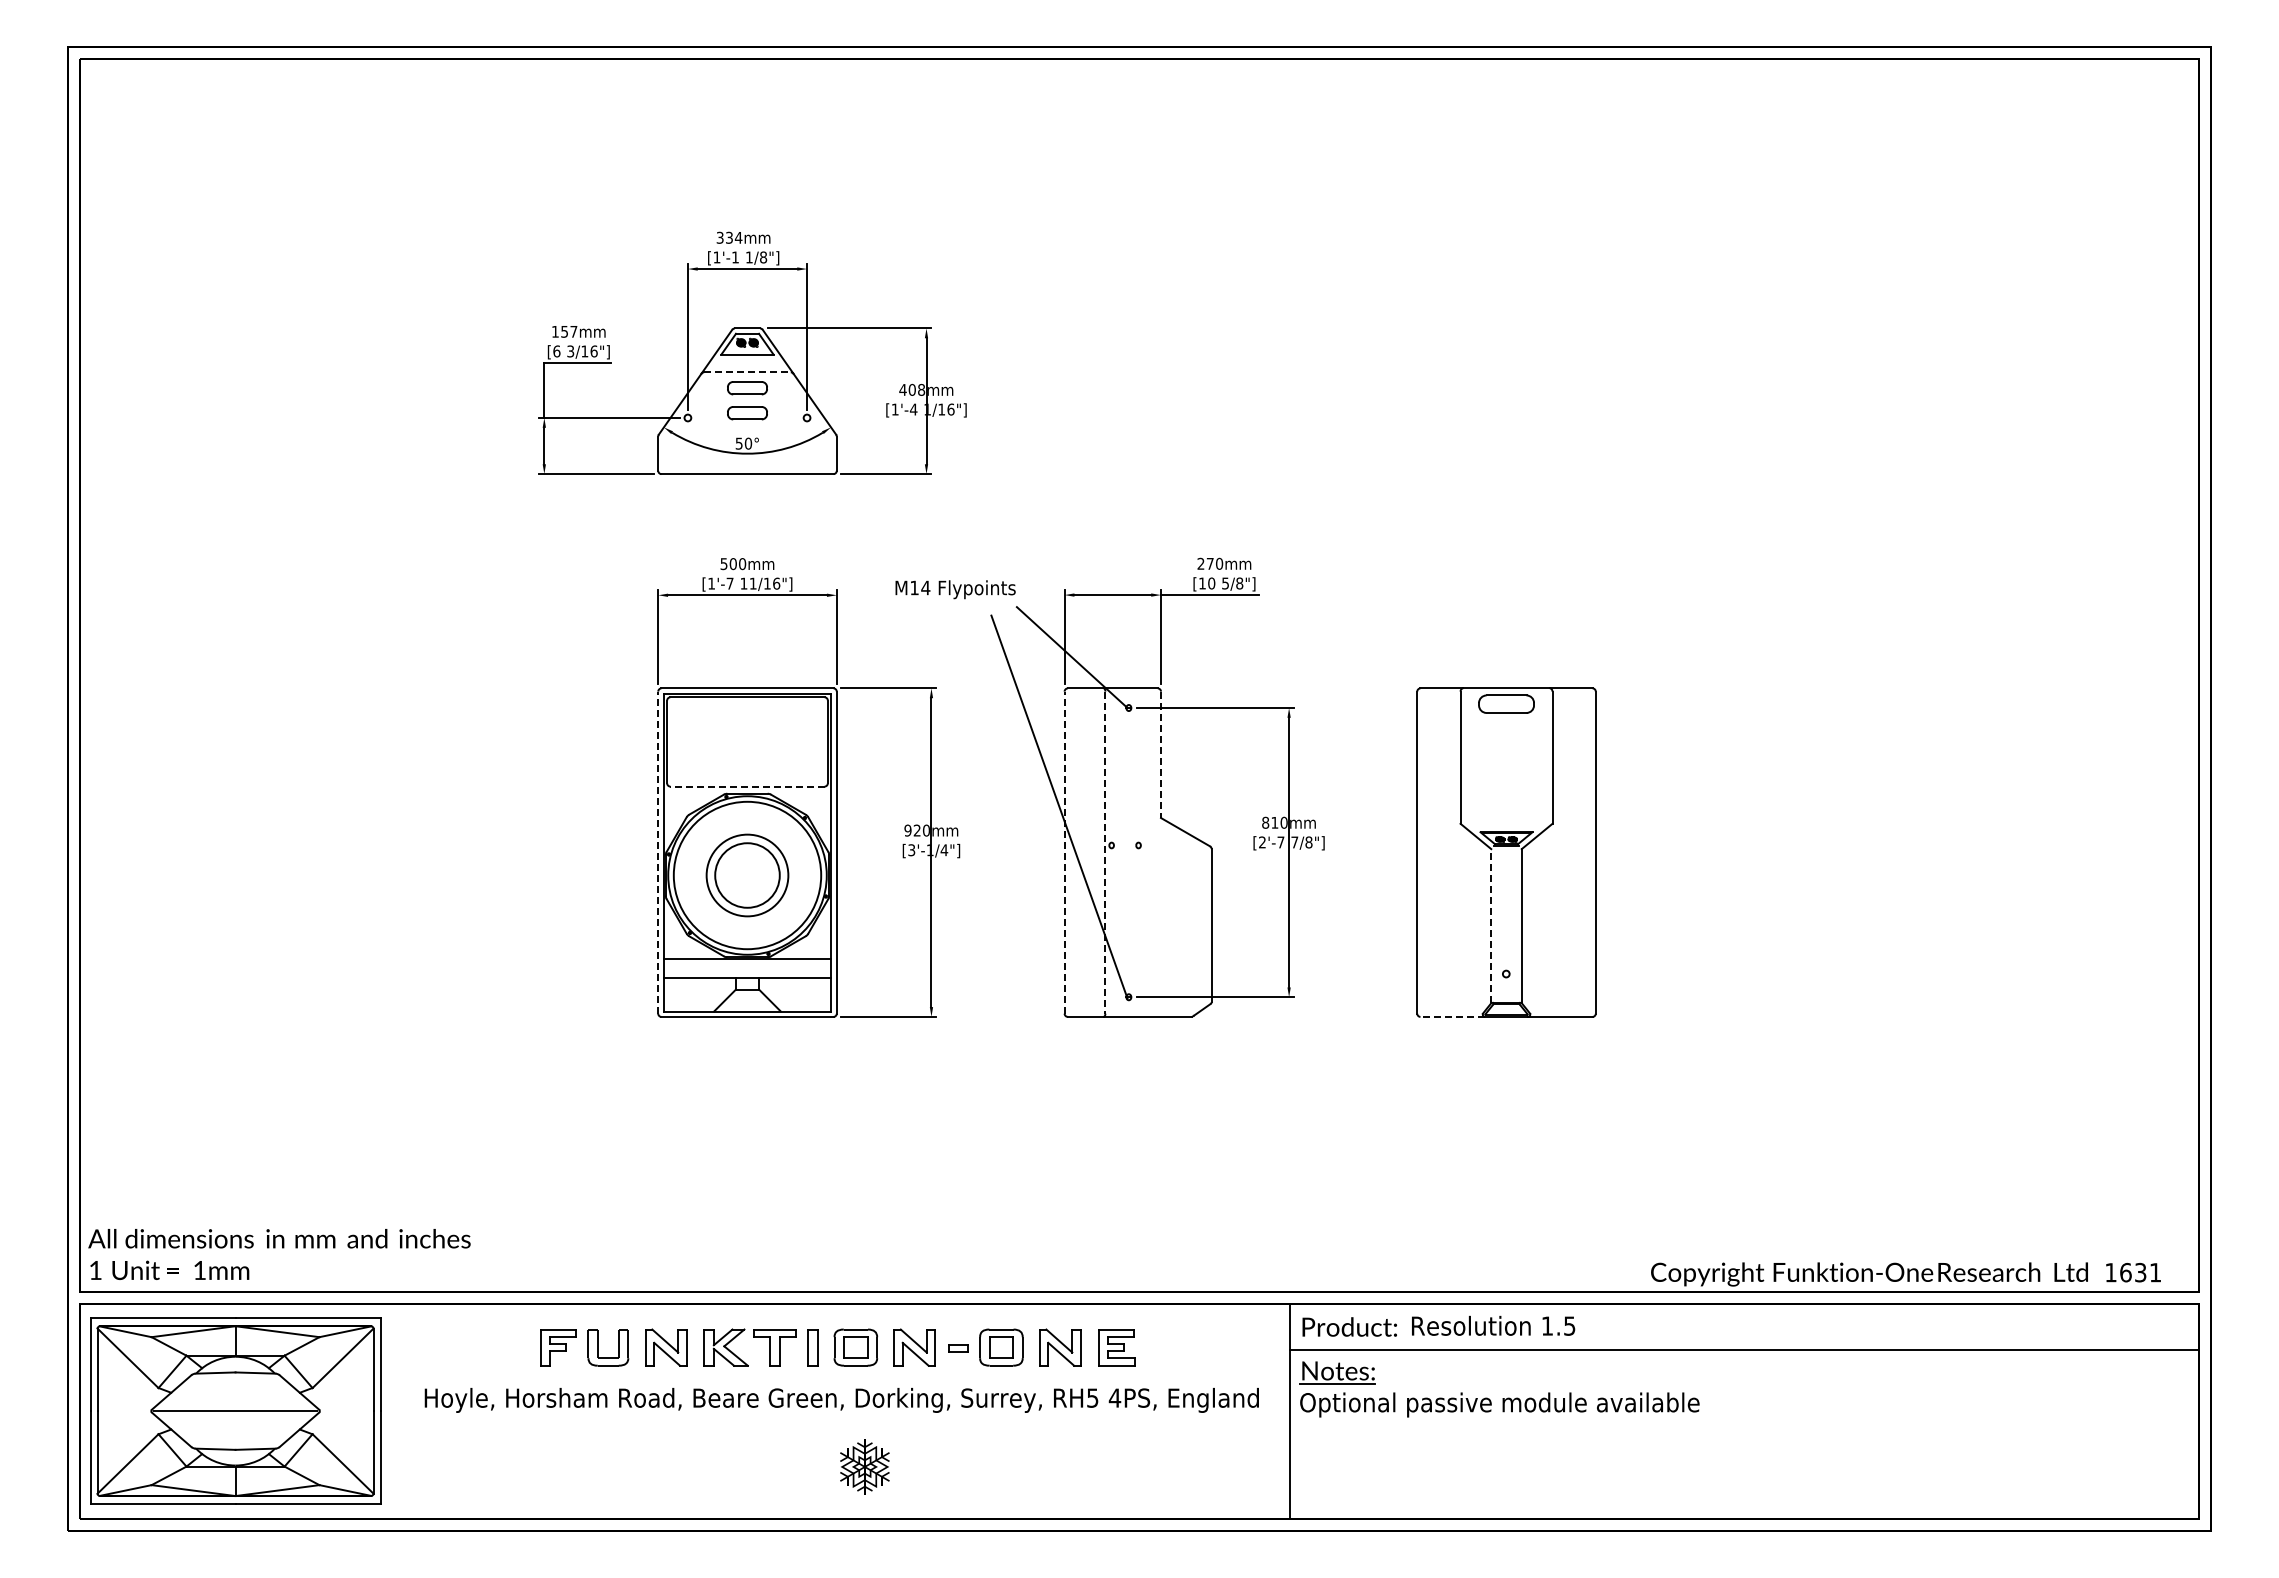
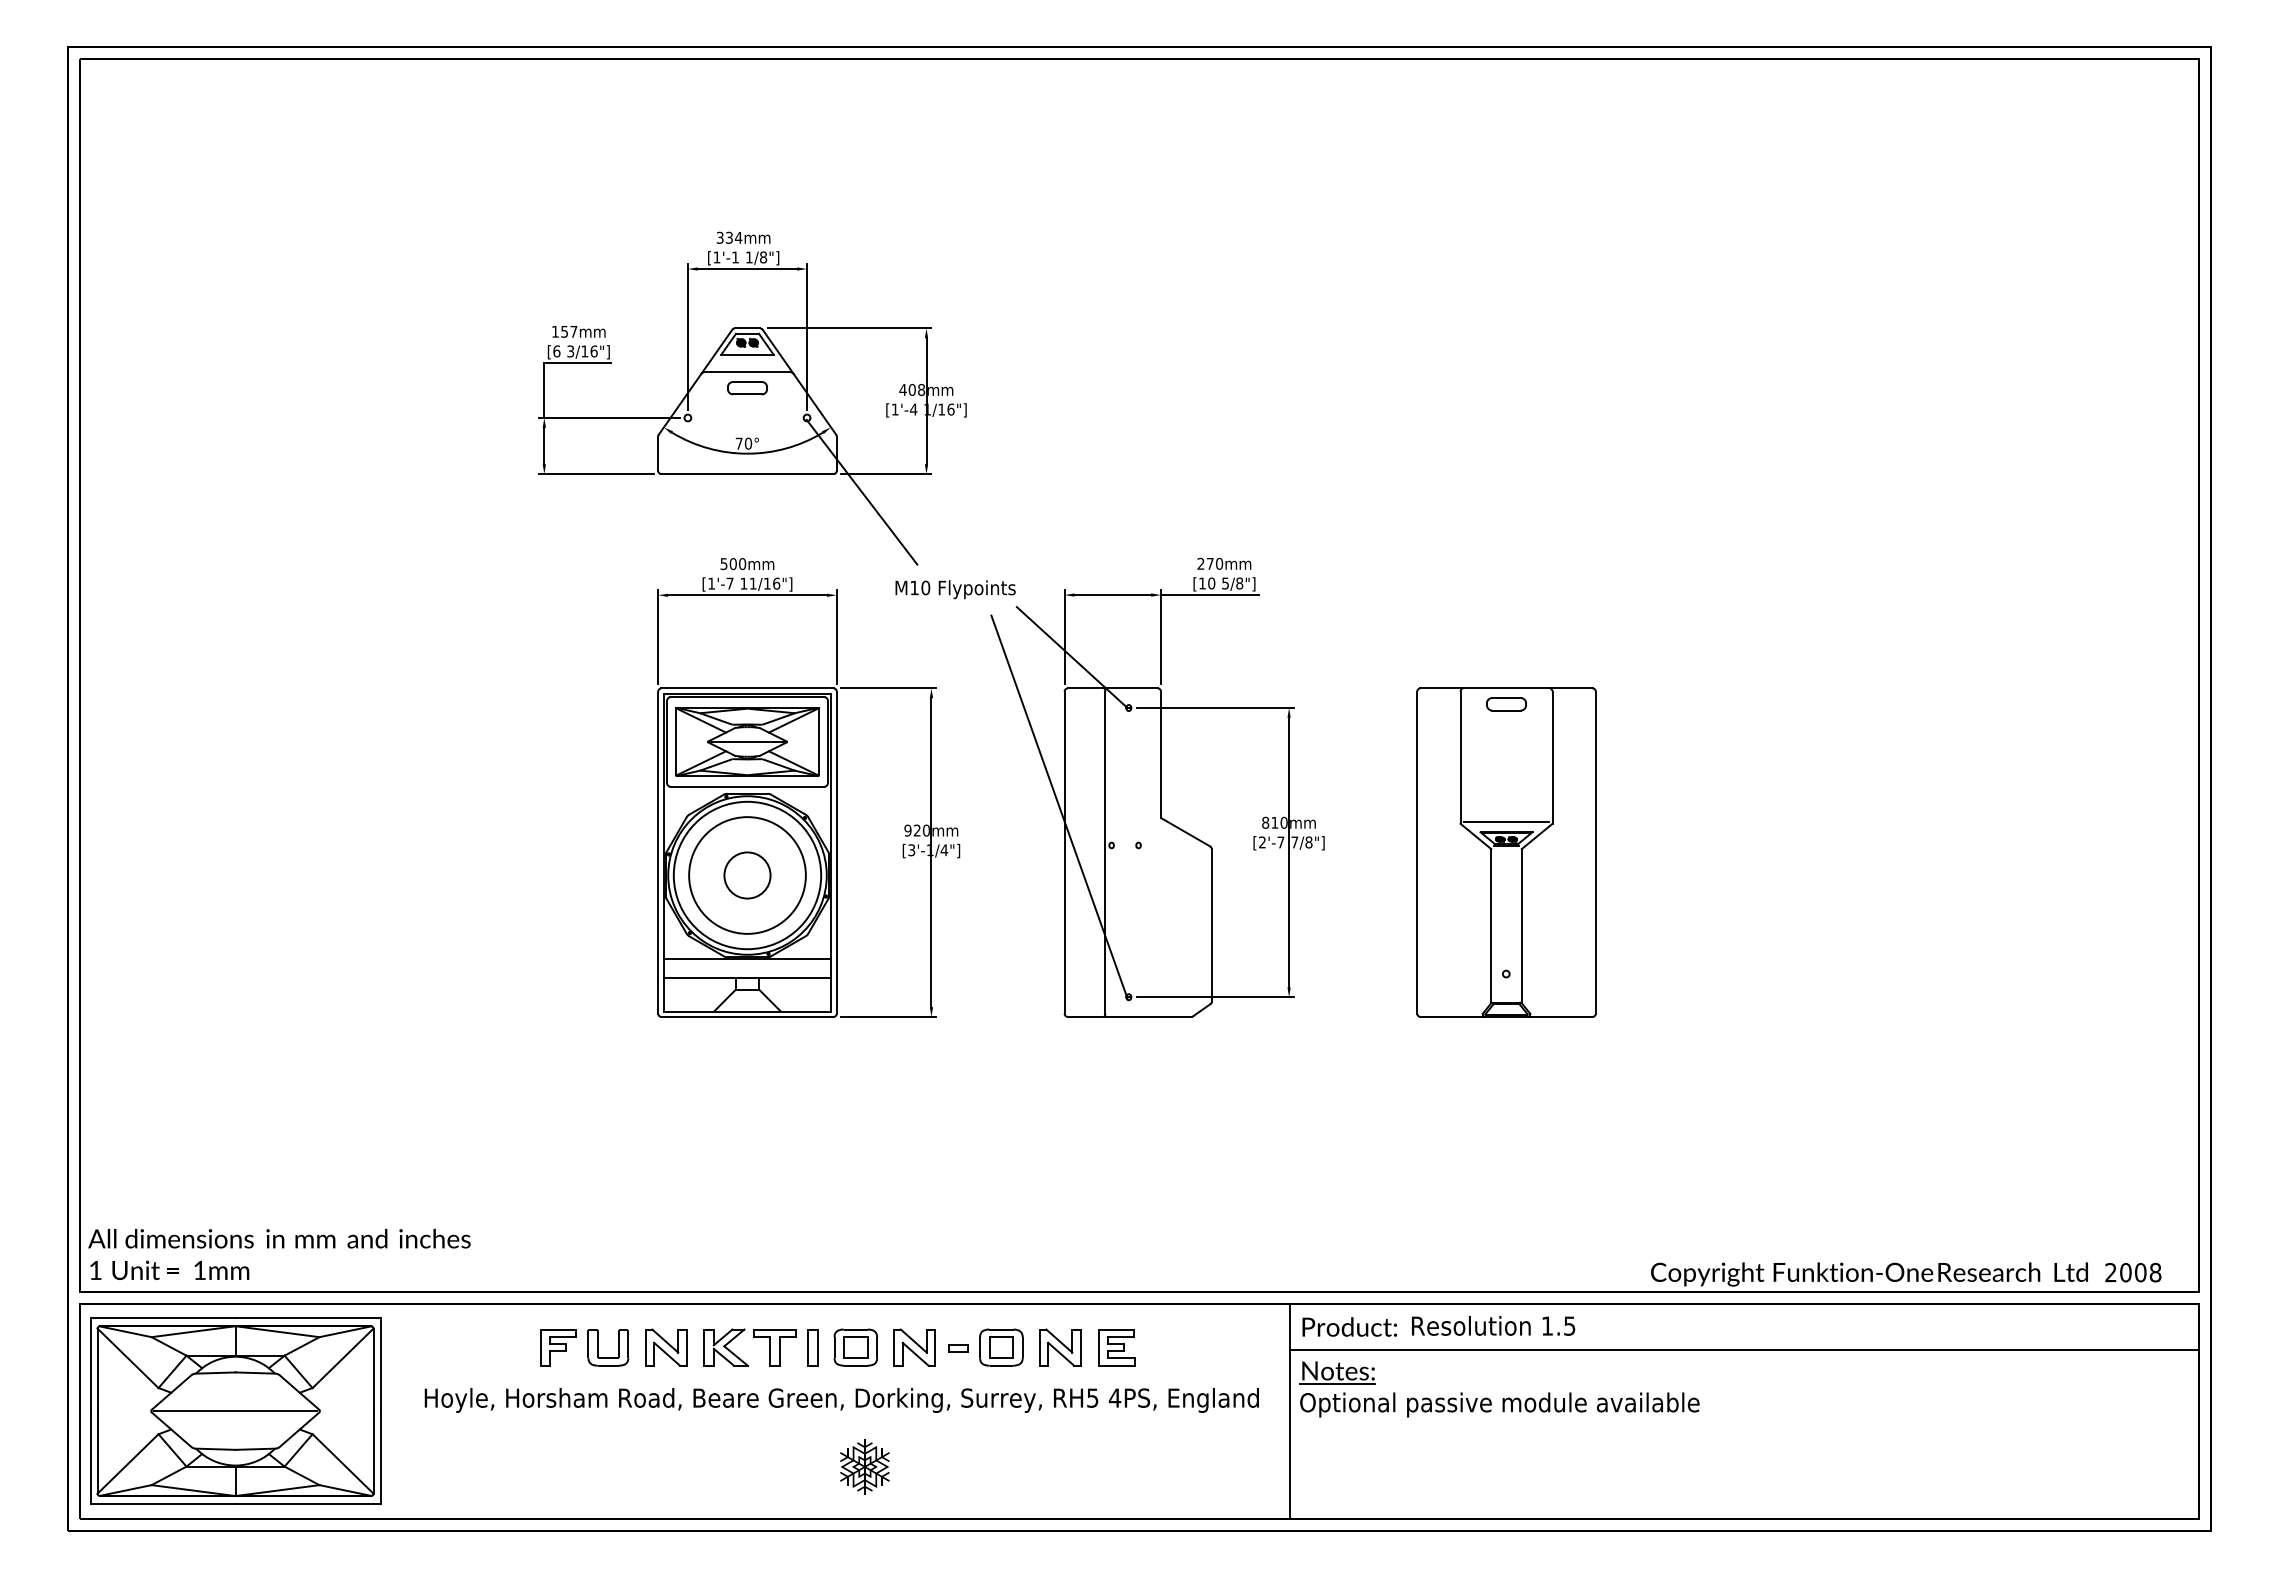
line at (747, 372): dashed -> solid
part at (747, 413): present -> none
text at (738, 443): 50° -> 70°
line at (861, 491): none -> present
text at (925, 587): M14 -> M10
part at (1506, 703) size: 57x20 px -> 41x15 px
part at (747, 741): none -> present
line at (1161, 755): dashed -> solid
line at (747, 786): dashed -> solid
line at (1506, 821): none -> present
line at (658, 852): dashed -> solid
line at (1064, 852): dashed -> solid
line at (1105, 853): dashed -> solid
circle at (747, 875) diameter: 65 px -> 46 px
circle at (747, 875) diameter: 82 px -> 117 px
line at (1491, 925): dashed -> solid
line at (1452, 1016): dashed -> solid
text at (2133, 1272): 1631 -> 2008
